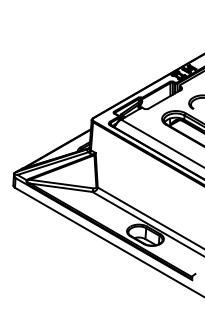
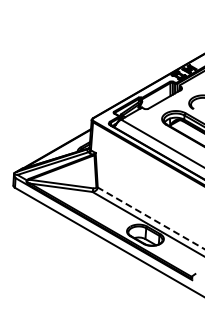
line at (151, 218): solid -> dashed
